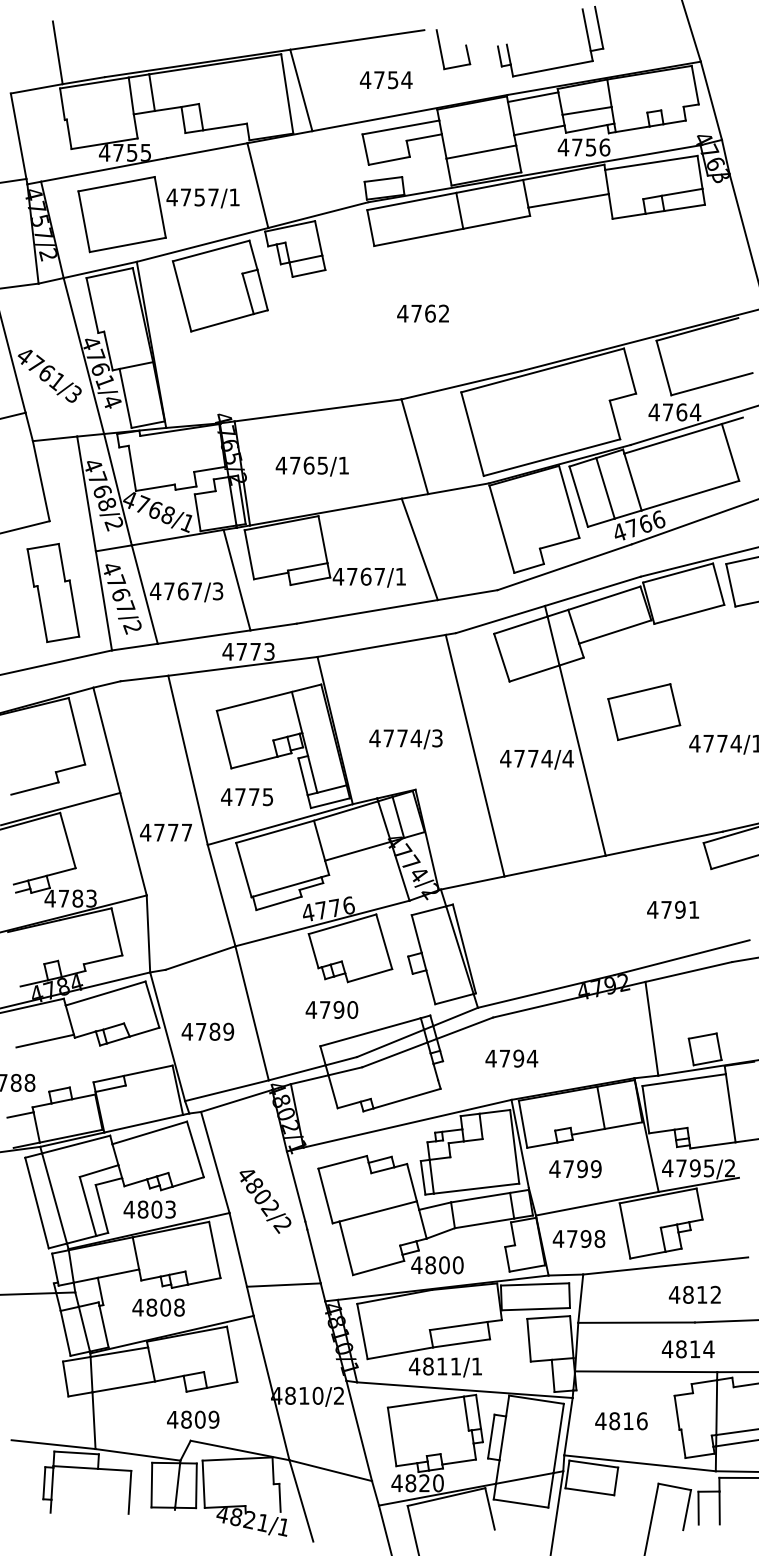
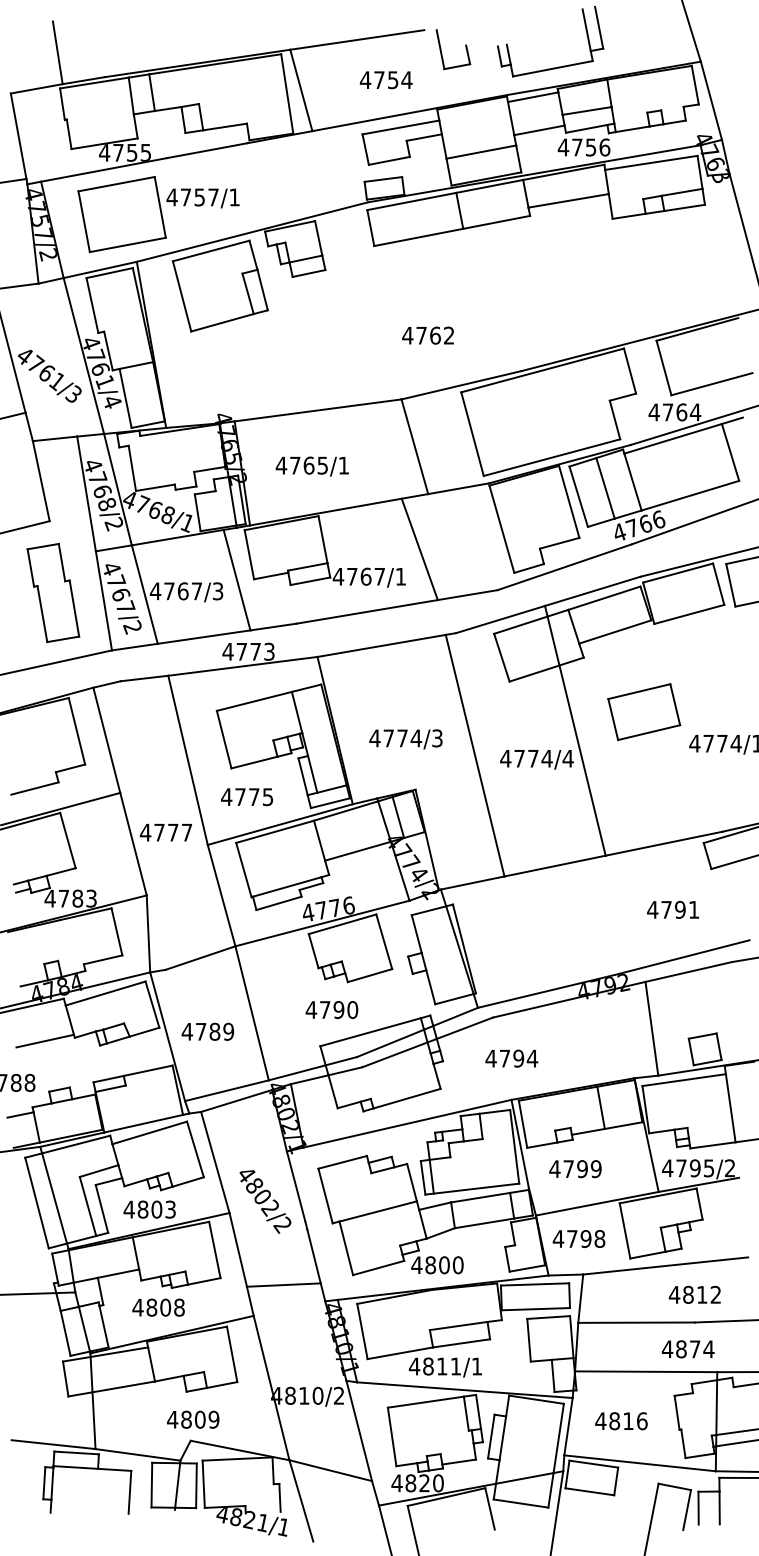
line at (257, 185): present -> none
text at (422, 313) position: (422, 313) -> (427, 335)
text at (695, 1349): 4814 -> 4874
